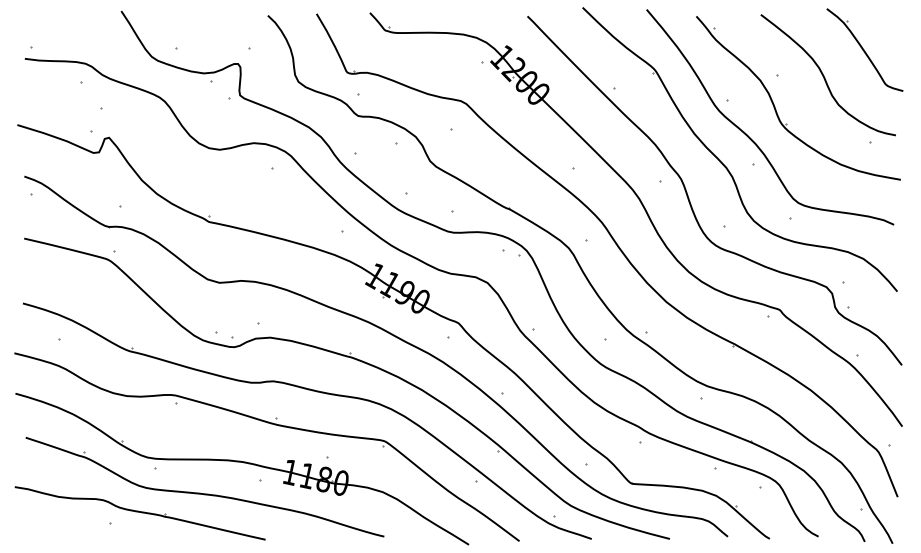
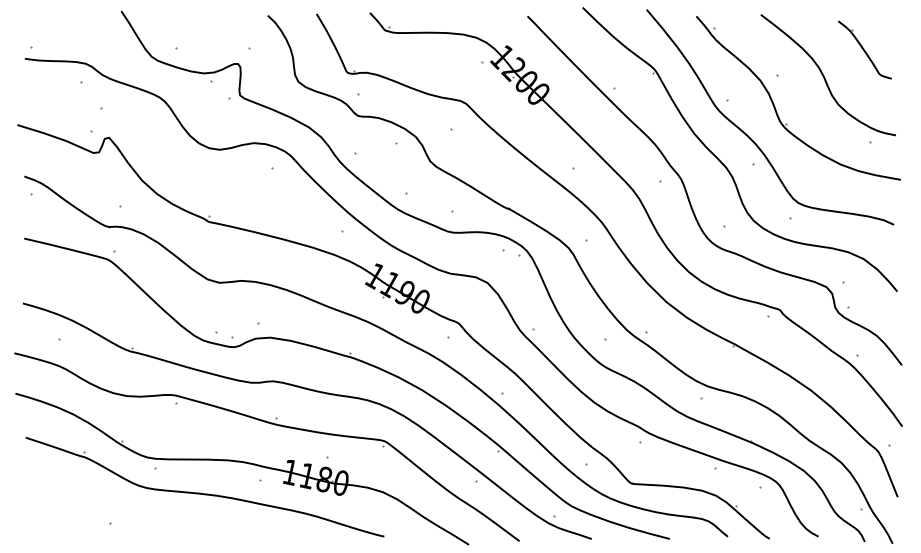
part at (864, 49) size: 78x84 px -> 54x60 px
part at (139, 513): present -> none
